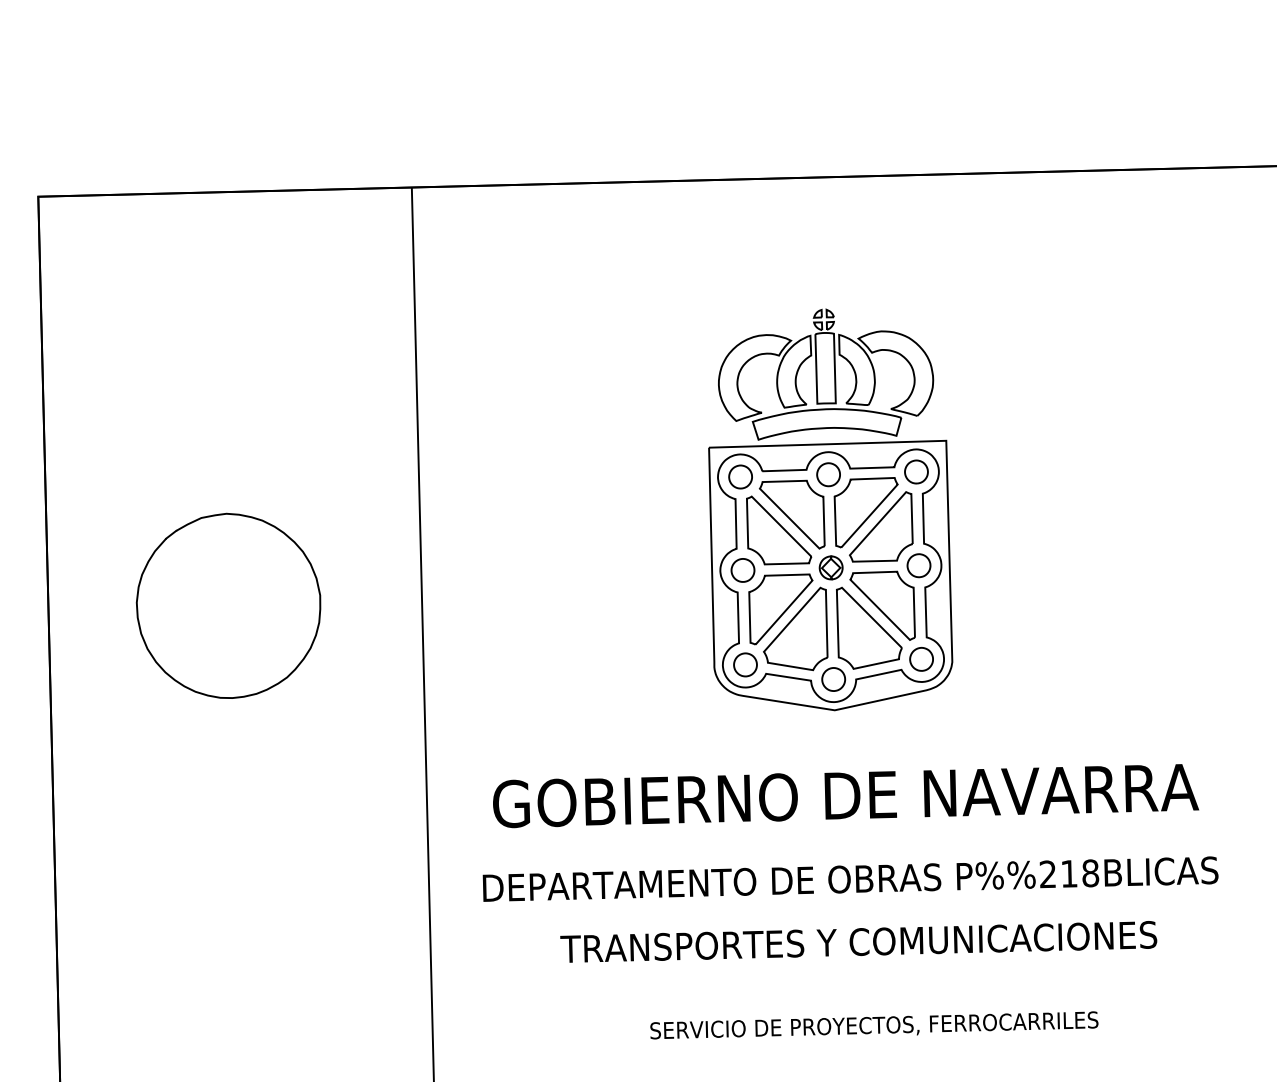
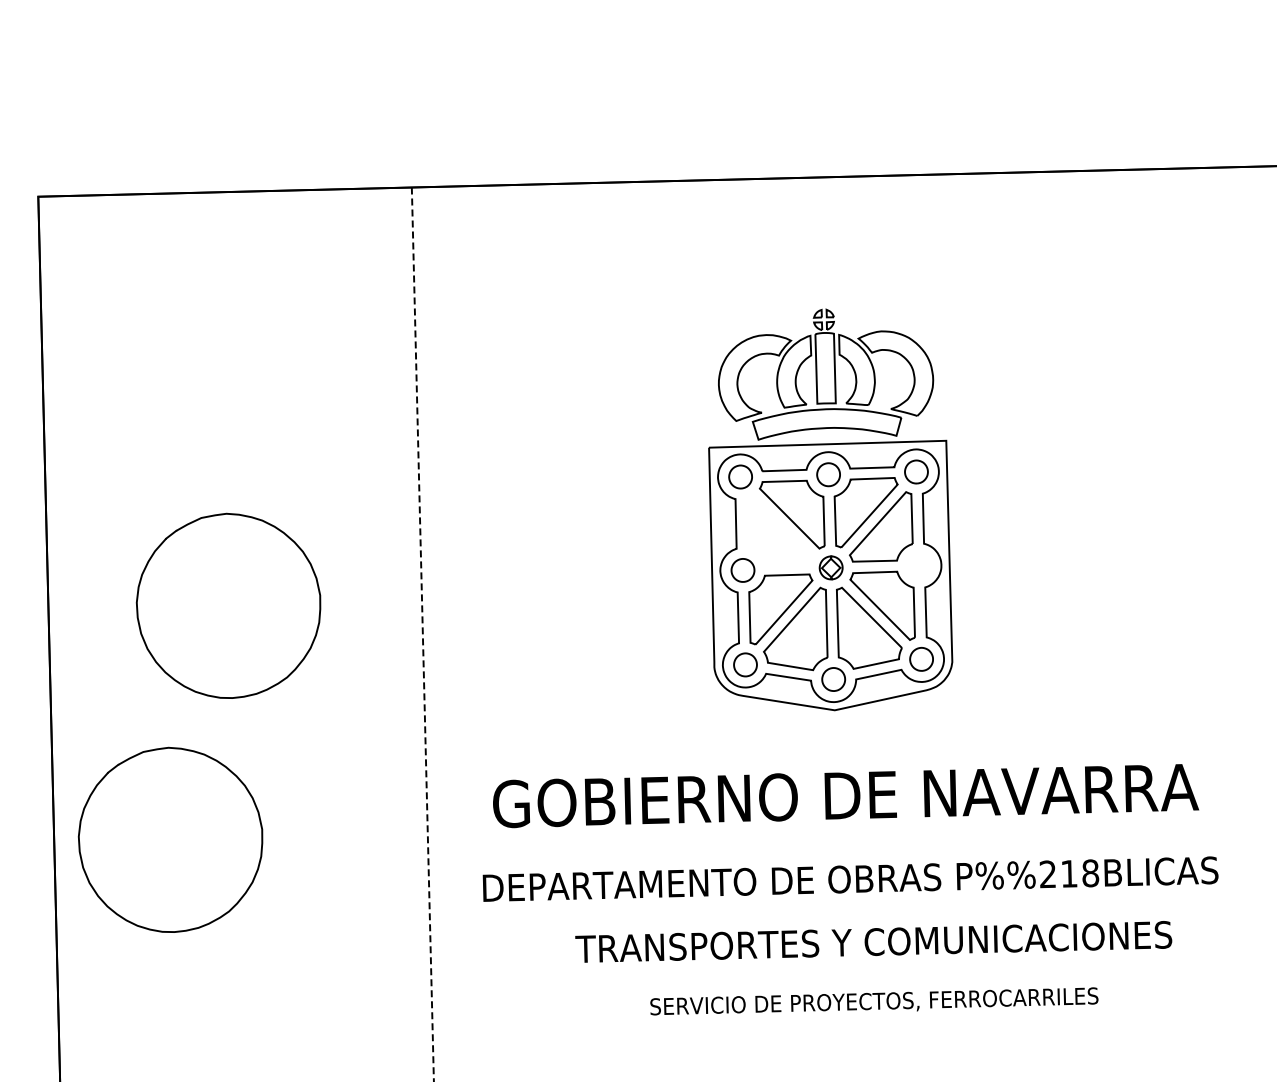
part at (779, 530): present -> none
part at (918, 565): present -> none
line at (422, 634): solid -> dashed
part at (170, 839): none -> present
text at (858, 941) position: (858, 941) -> (873, 941)
text at (874, 1025) position: (874, 1025) -> (874, 1001)
